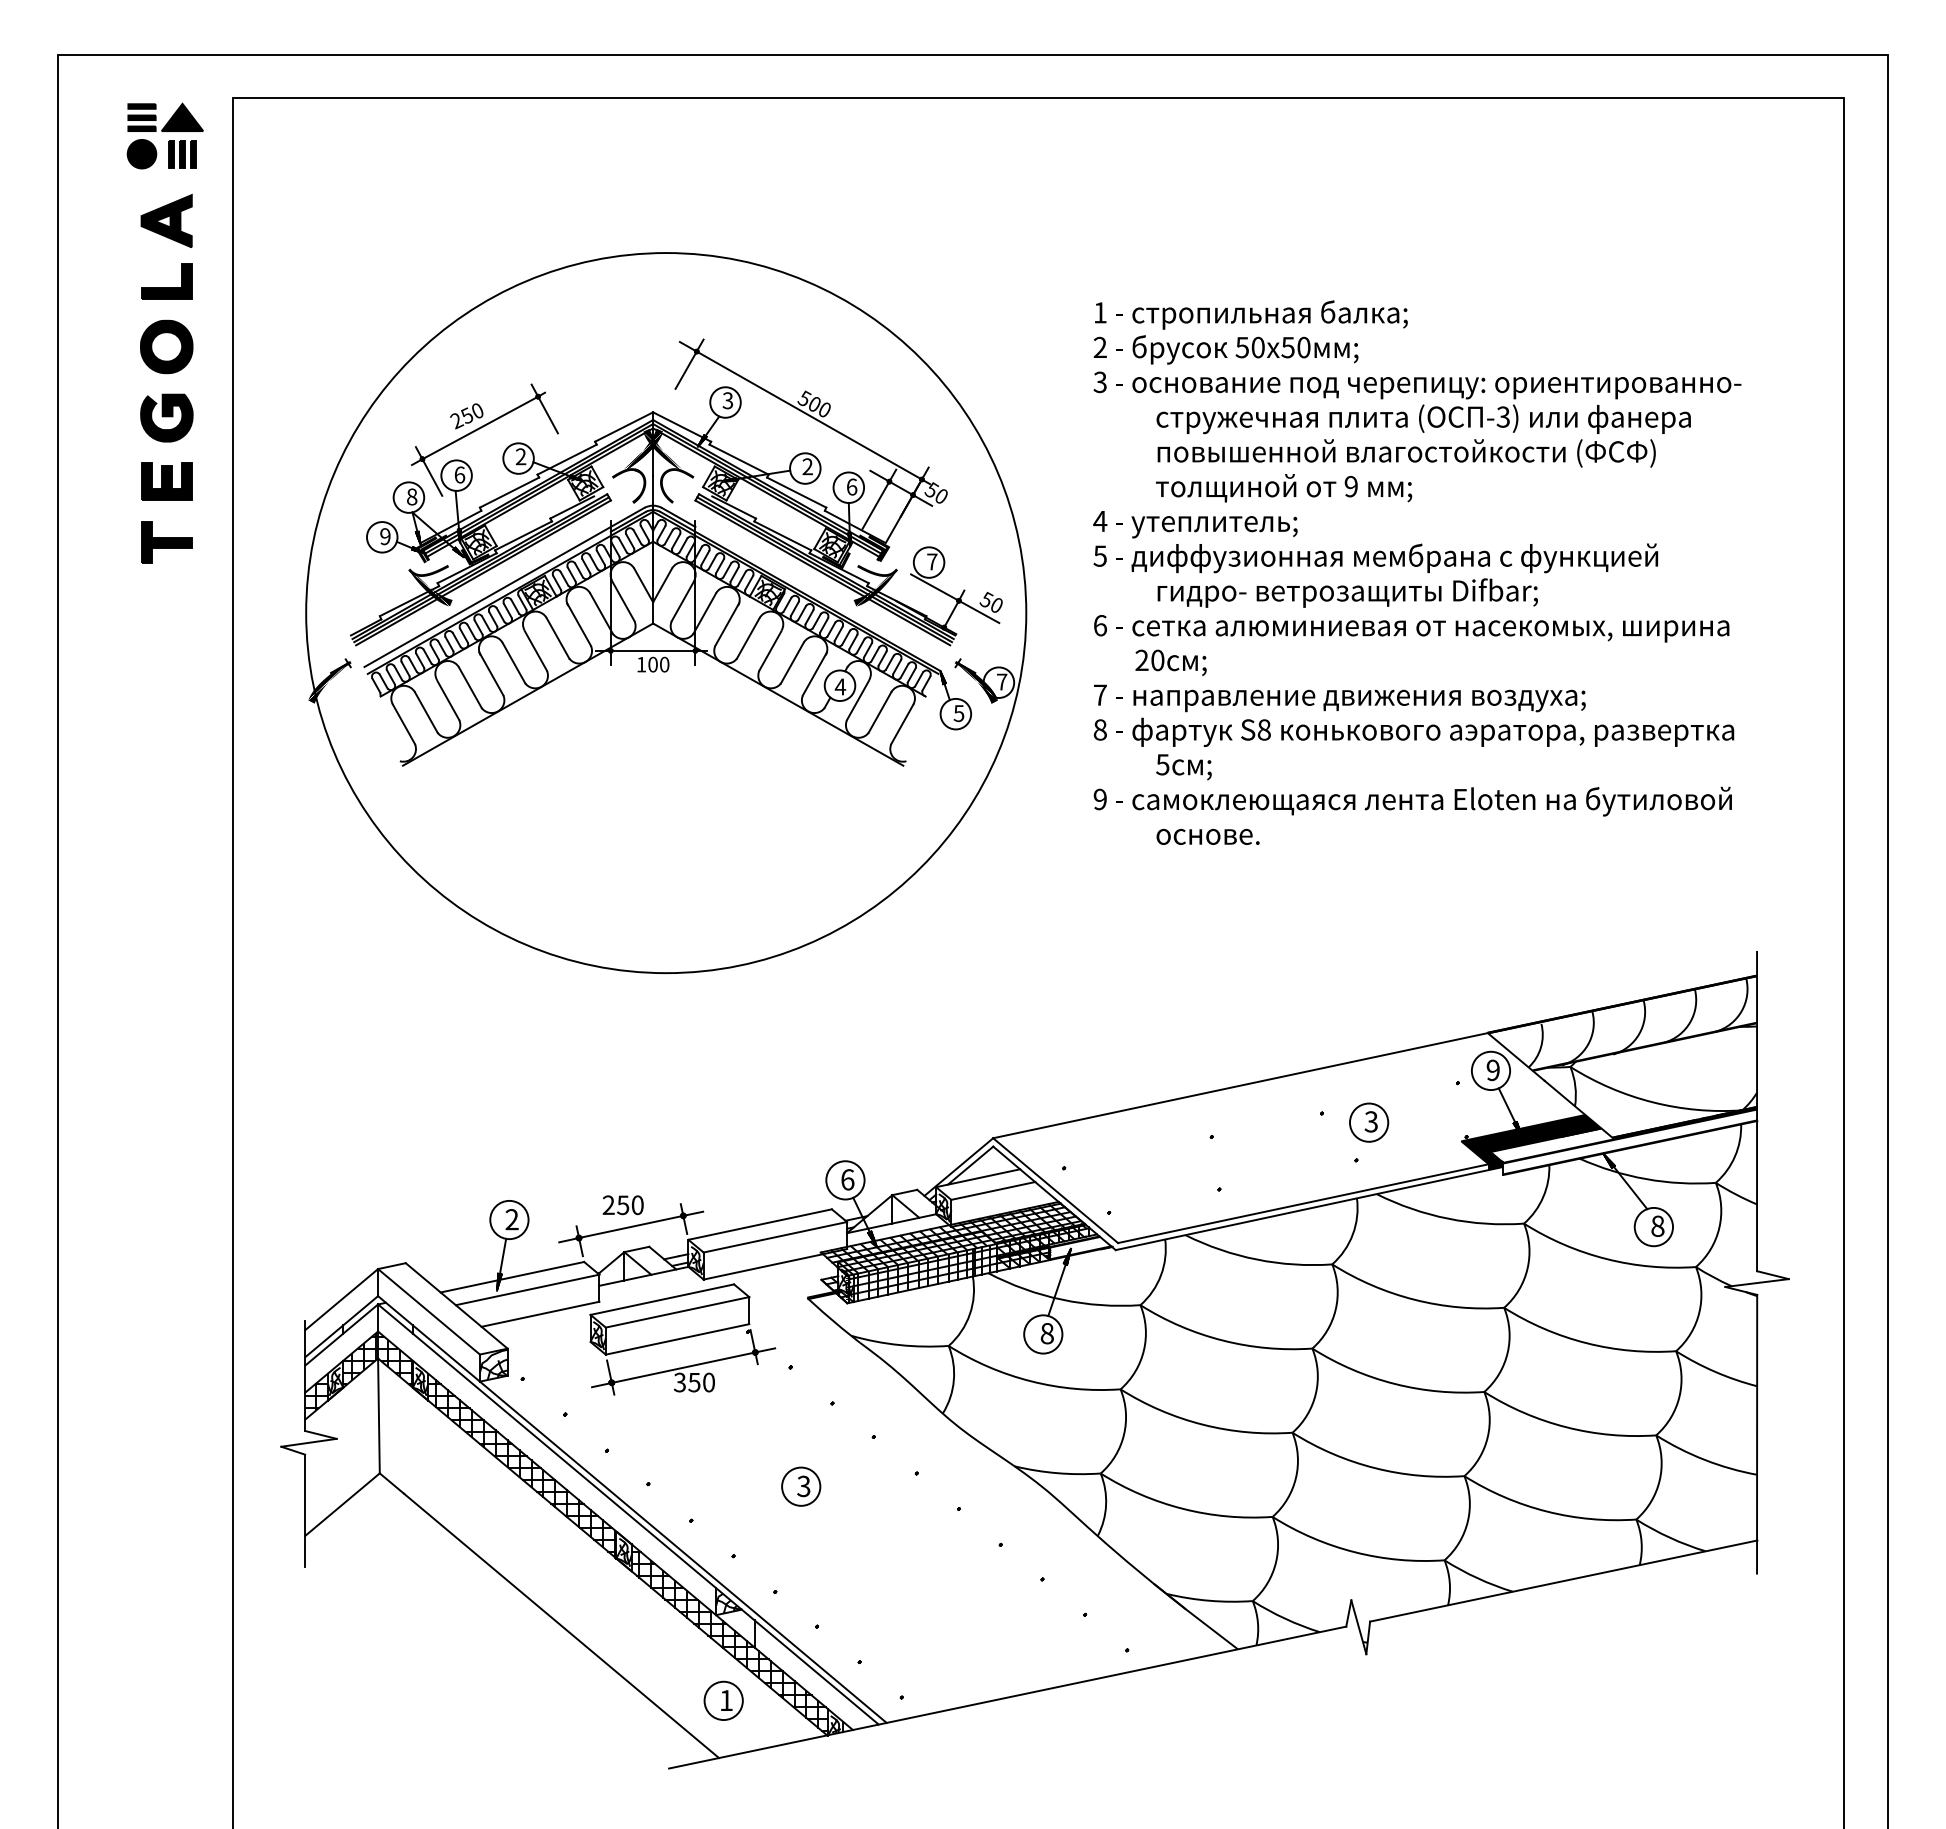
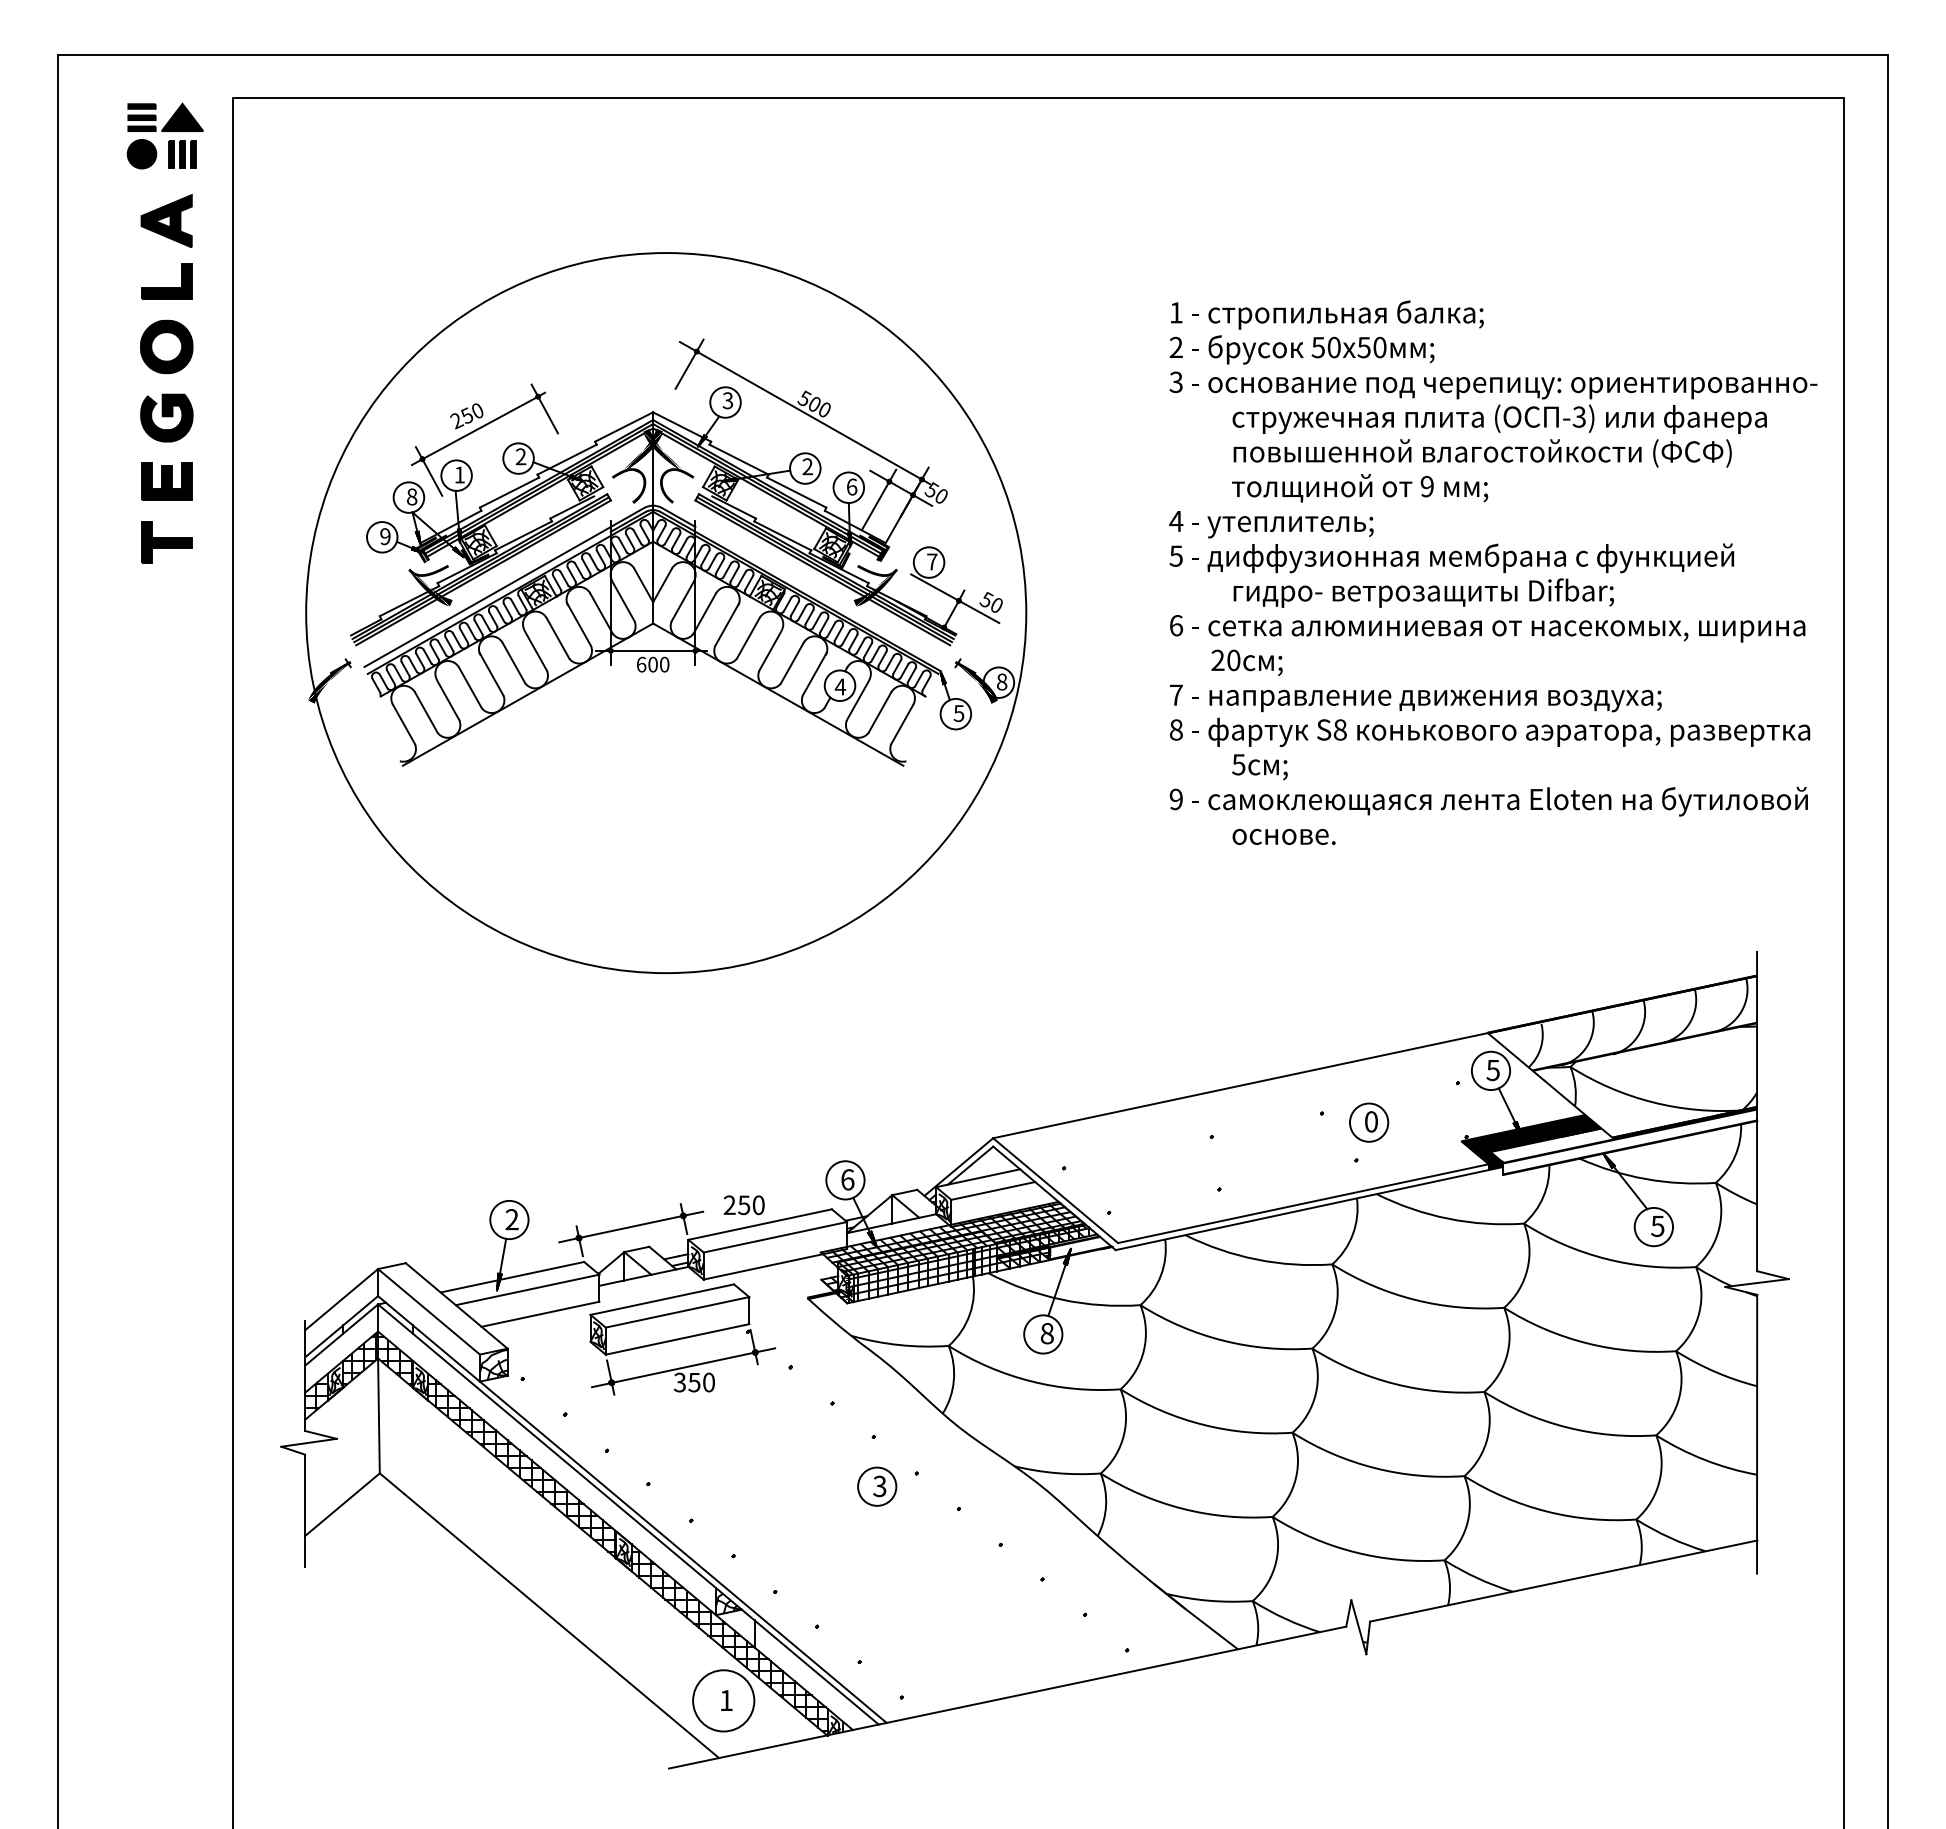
text at (459, 474): 6 -> 1
text at (1417, 572) position: (1417, 572) -> (1493, 572)
text at (641, 664): 100 -> 600
text at (1002, 681): 7 -> 8
text at (1492, 1069): 9 -> 5
text at (1370, 1121): 3 -> 0
text at (622, 1205) position: (622, 1205) -> (743, 1205)
text at (1657, 1225): 8 -> 5
part at (801, 1486) position: (801, 1486) -> (877, 1486)
circle at (723, 1700) diameter: 38 px -> 61 px
